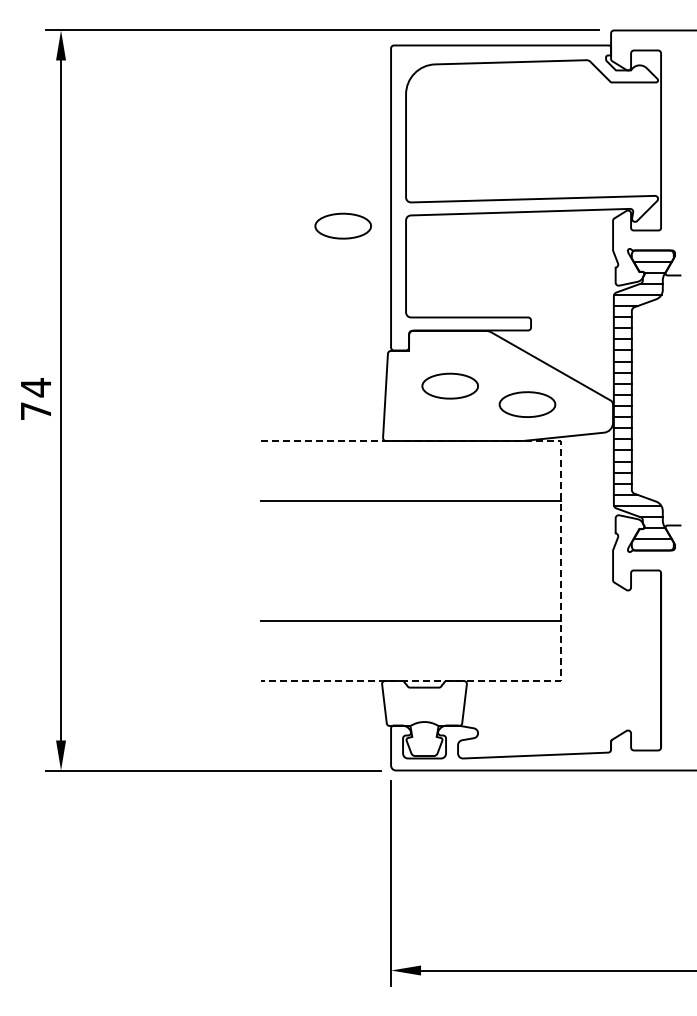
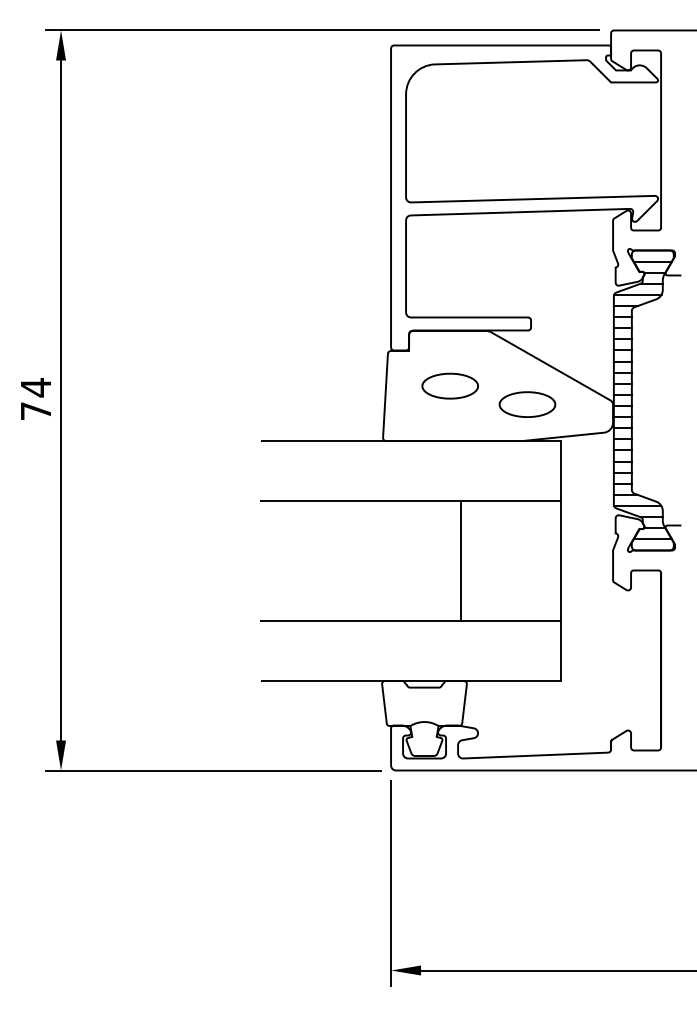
part at (342, 225): present -> none
line at (461, 560): none -> present
line at (561, 561): dashed -> solid
